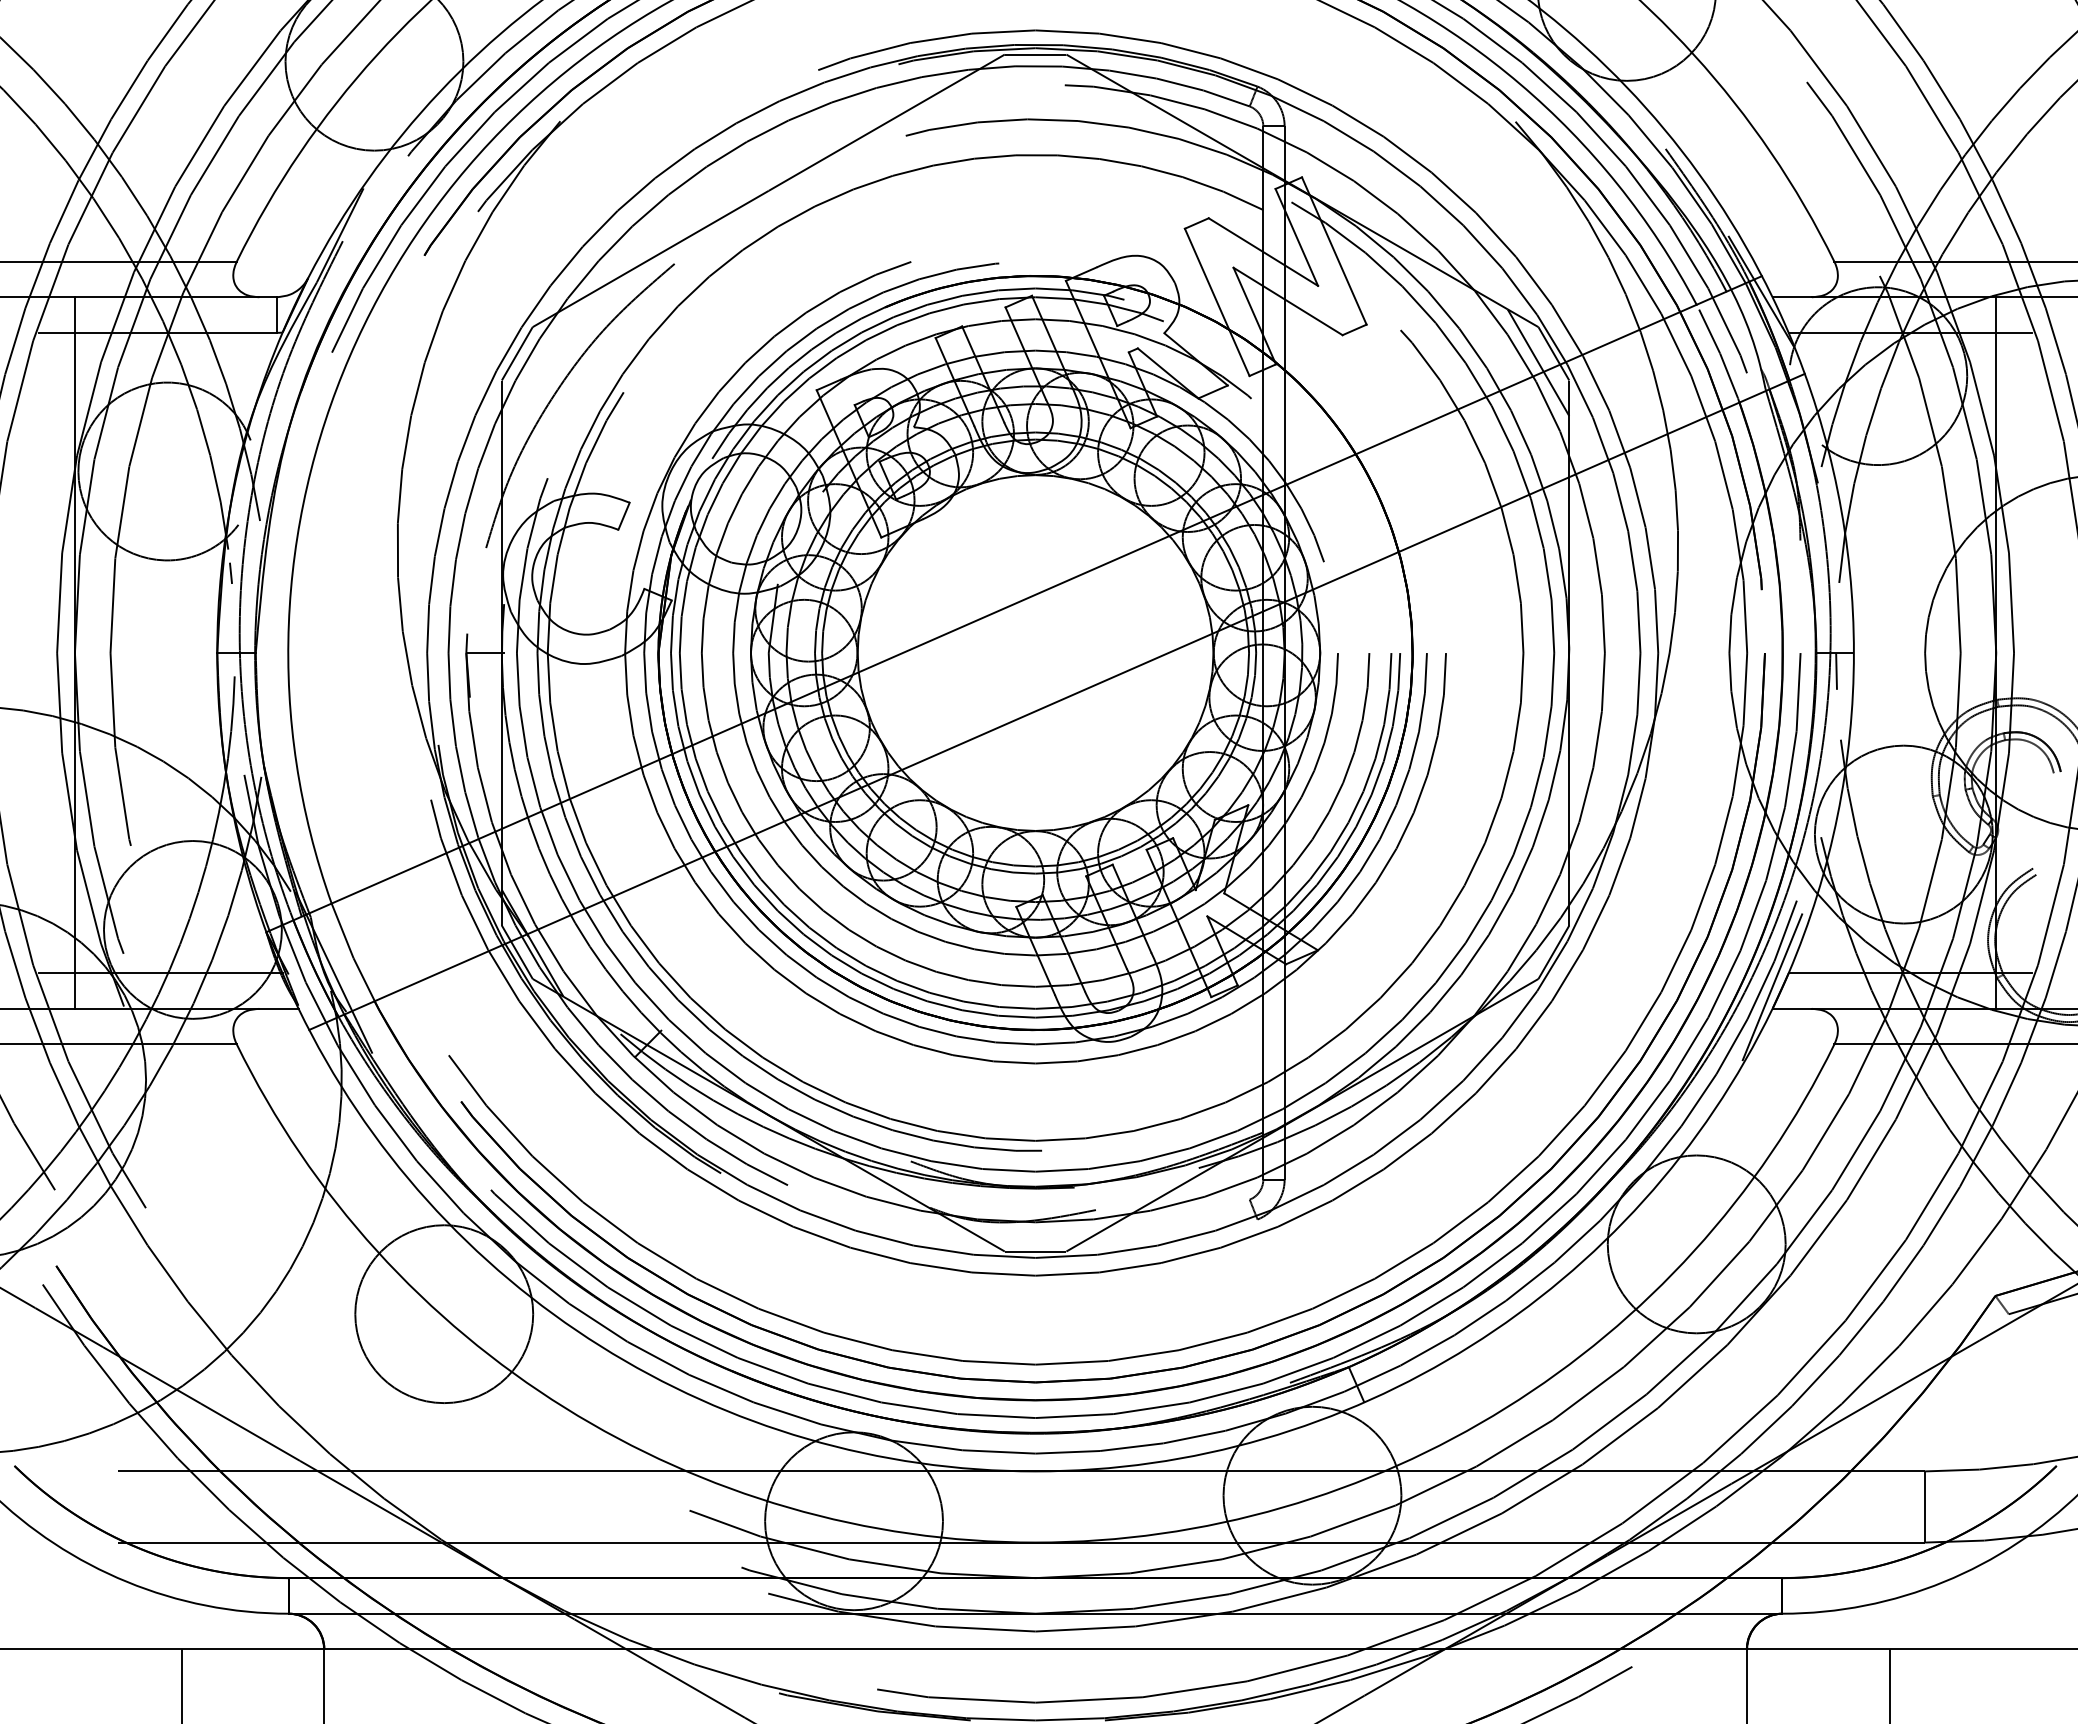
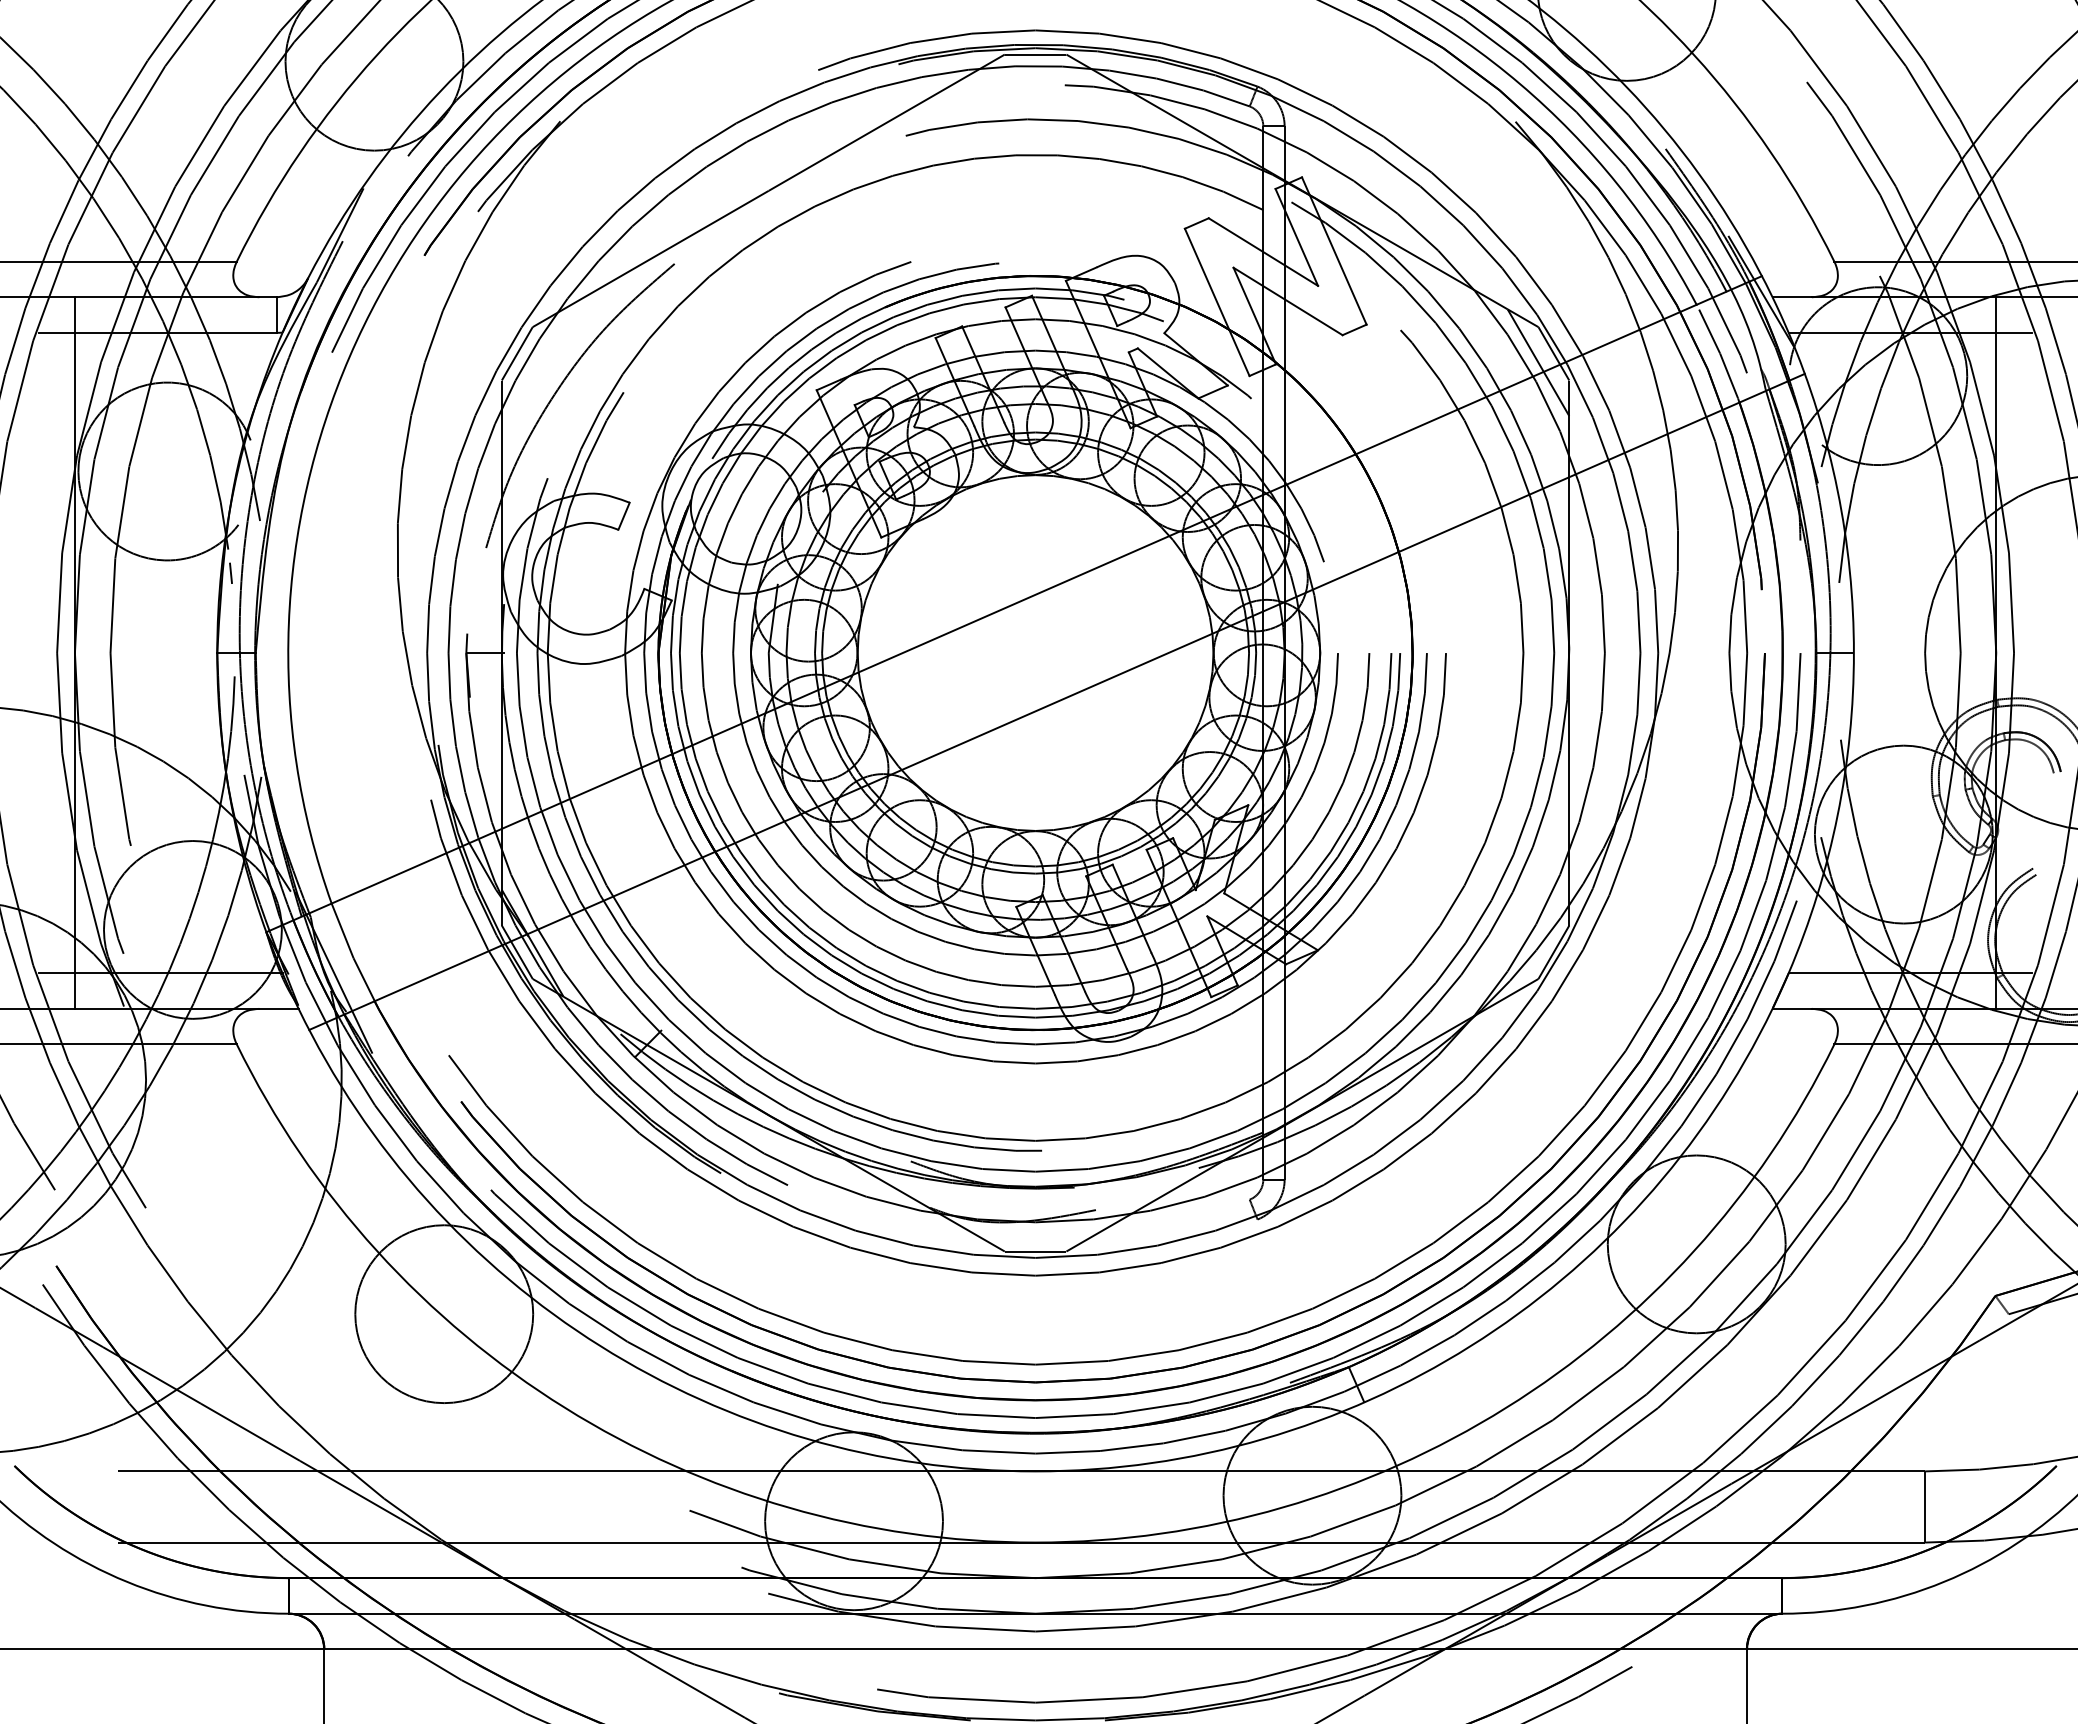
line at (1836, 670): present -> none
line at (1772, 987): present -> none
line at (181, 1684): present -> none
line at (1889, 1684): present -> none
